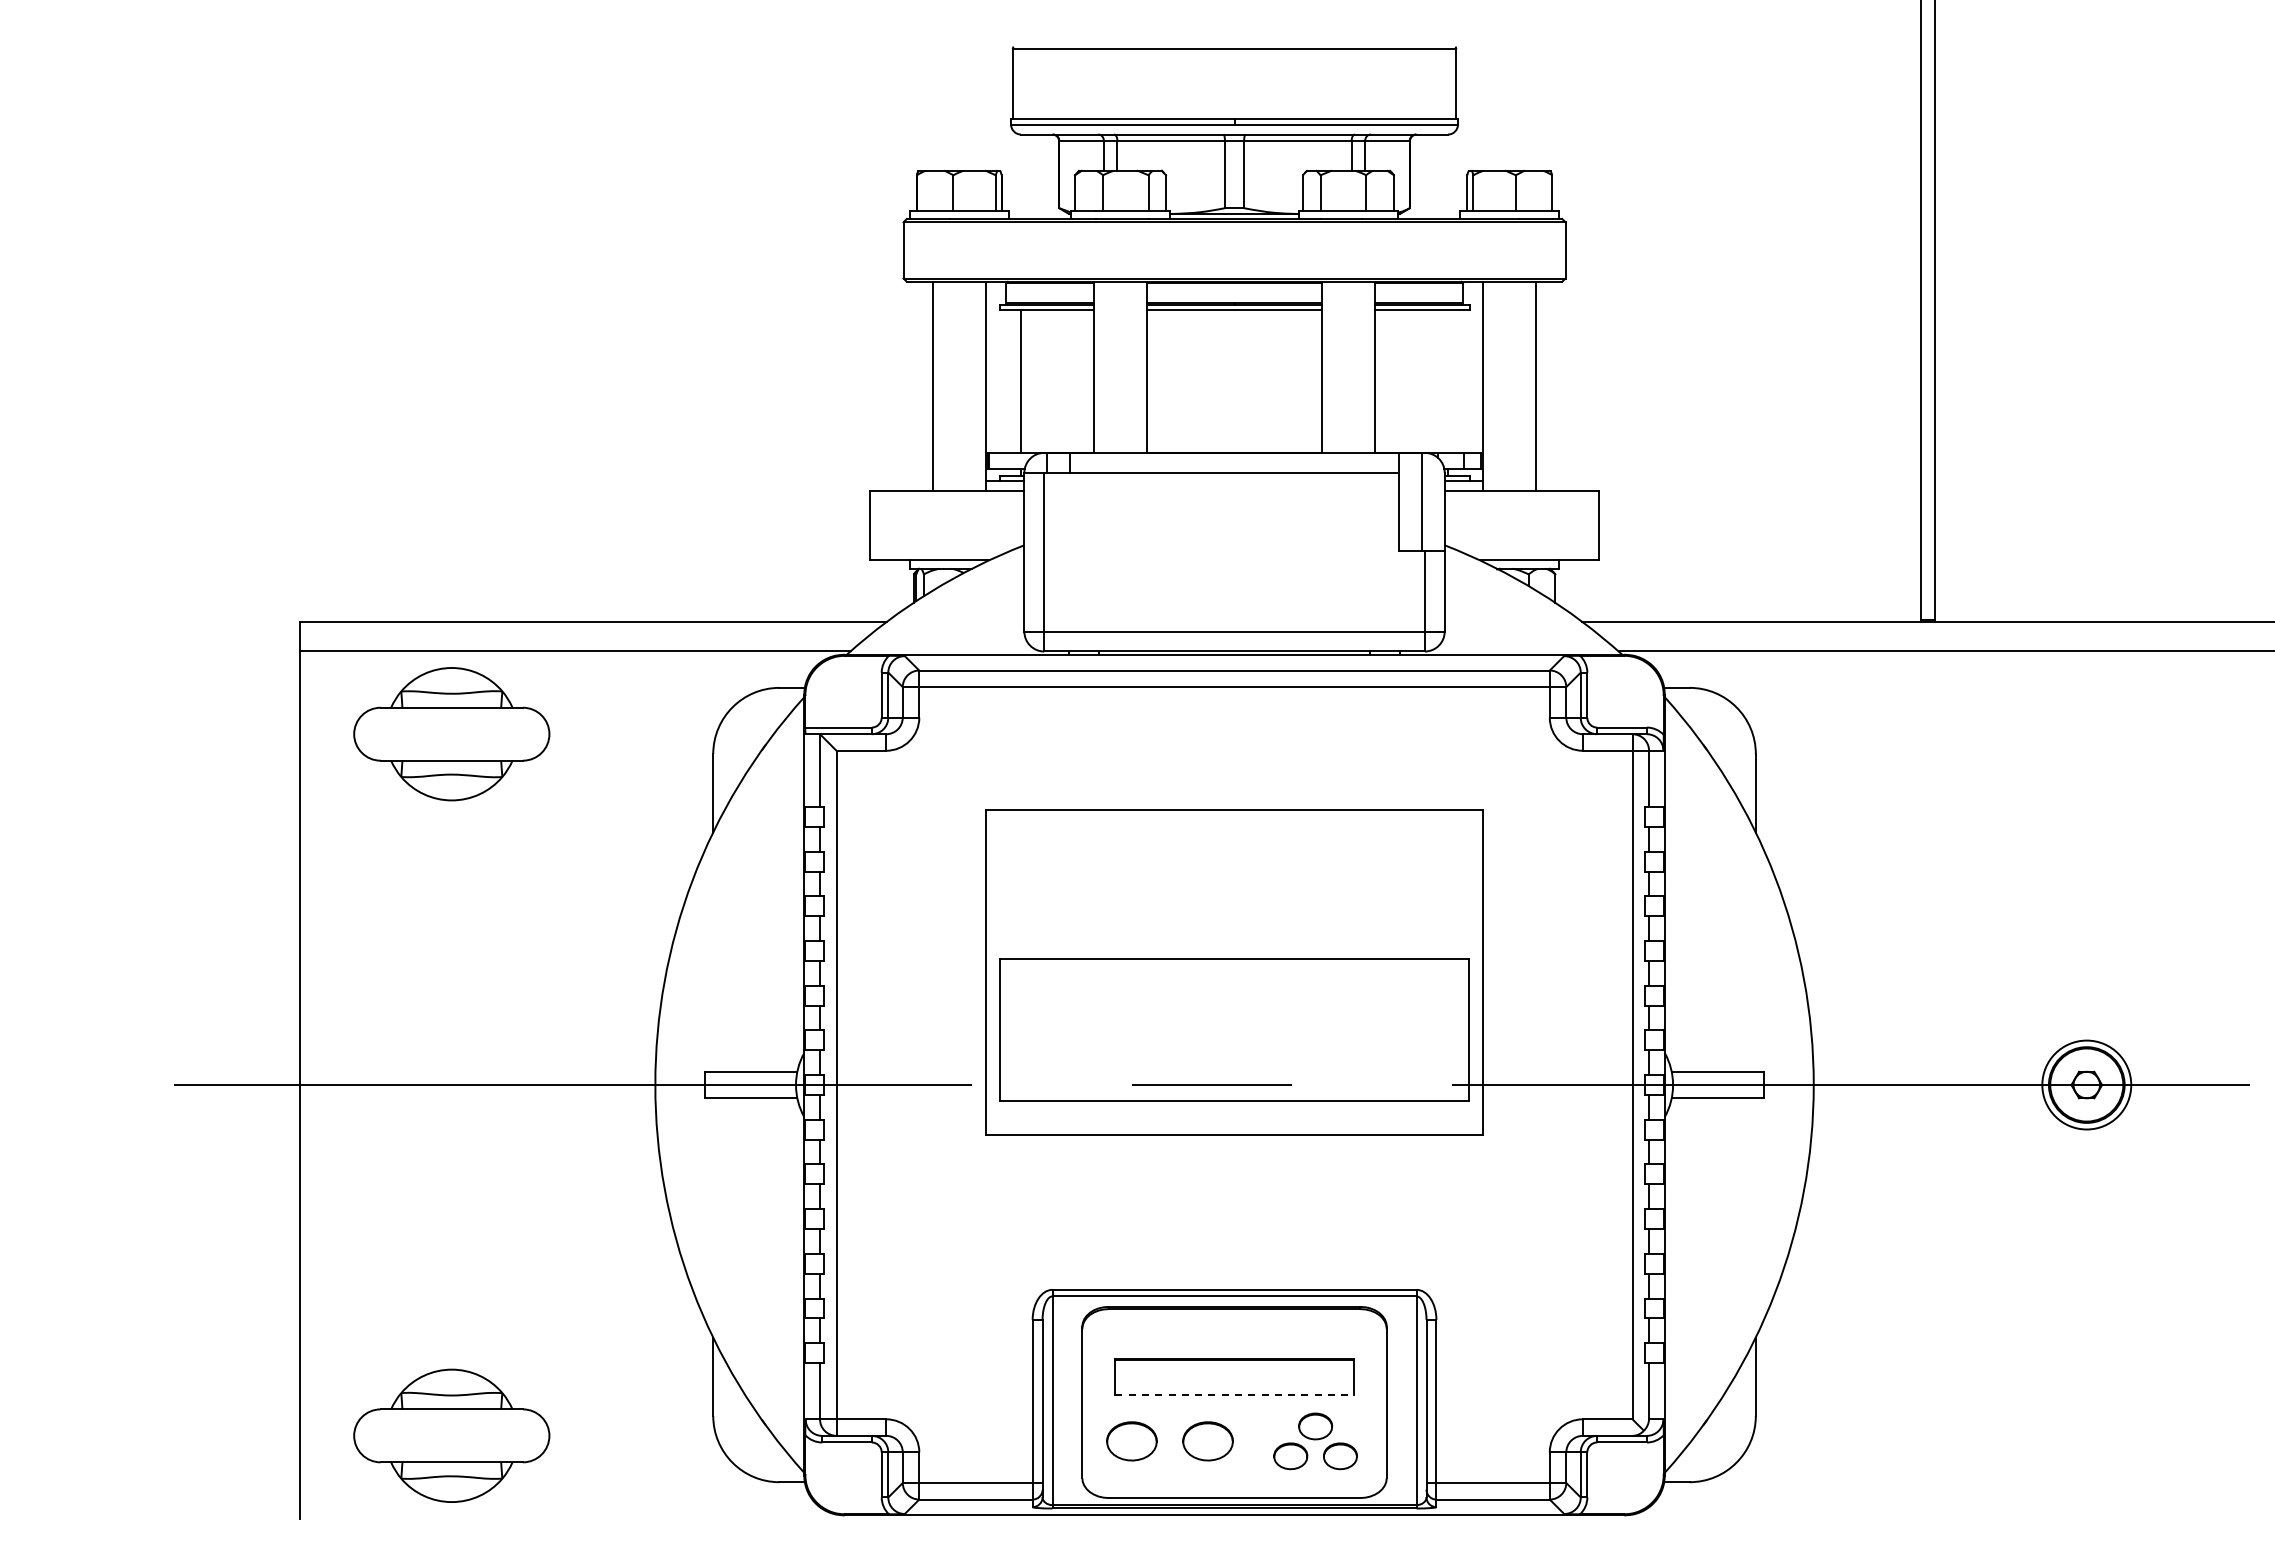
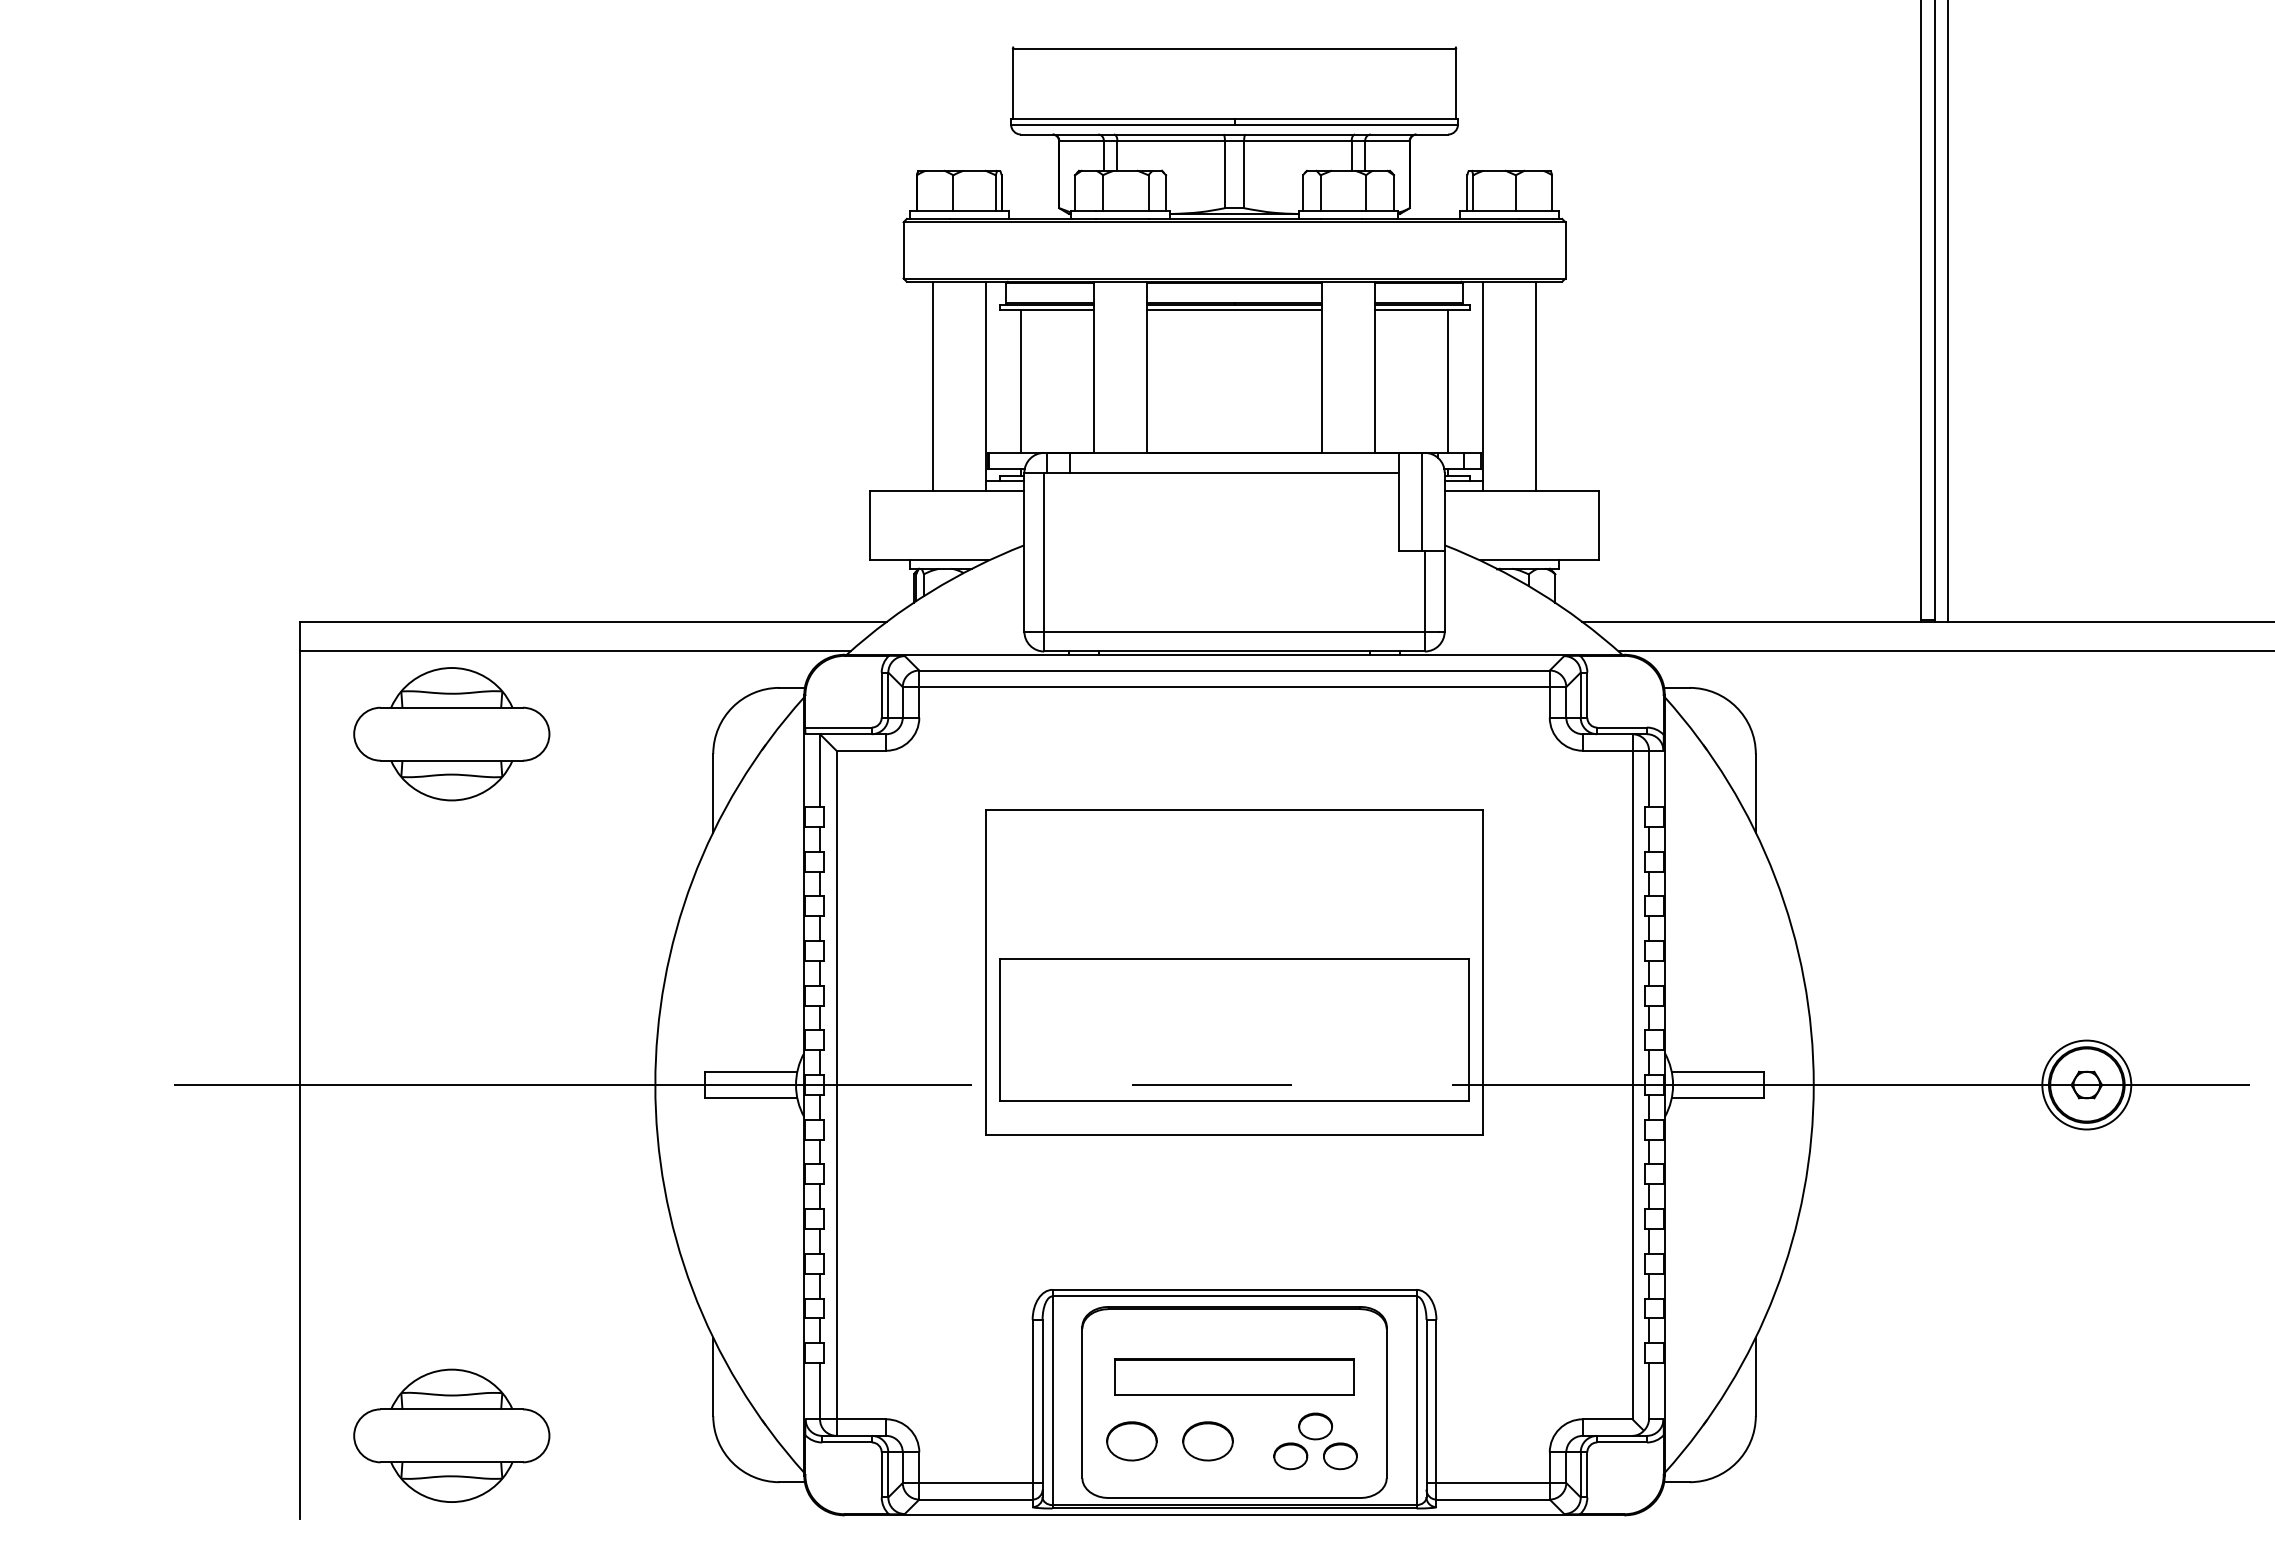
line at (1947, 311): none -> present
line at (1448, 381): none -> present
line at (1235, 1394): dashed -> solid
